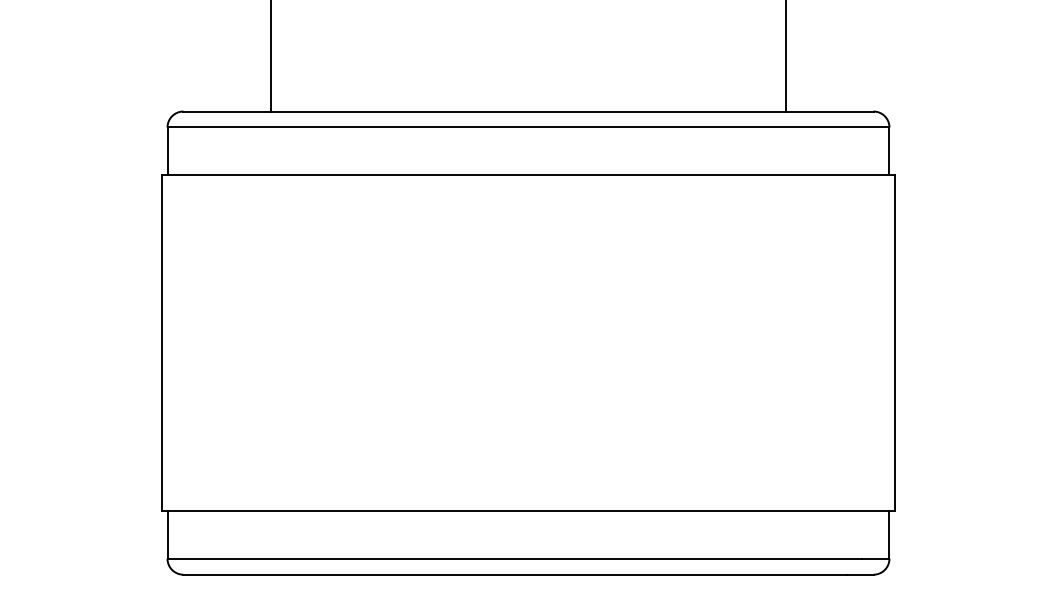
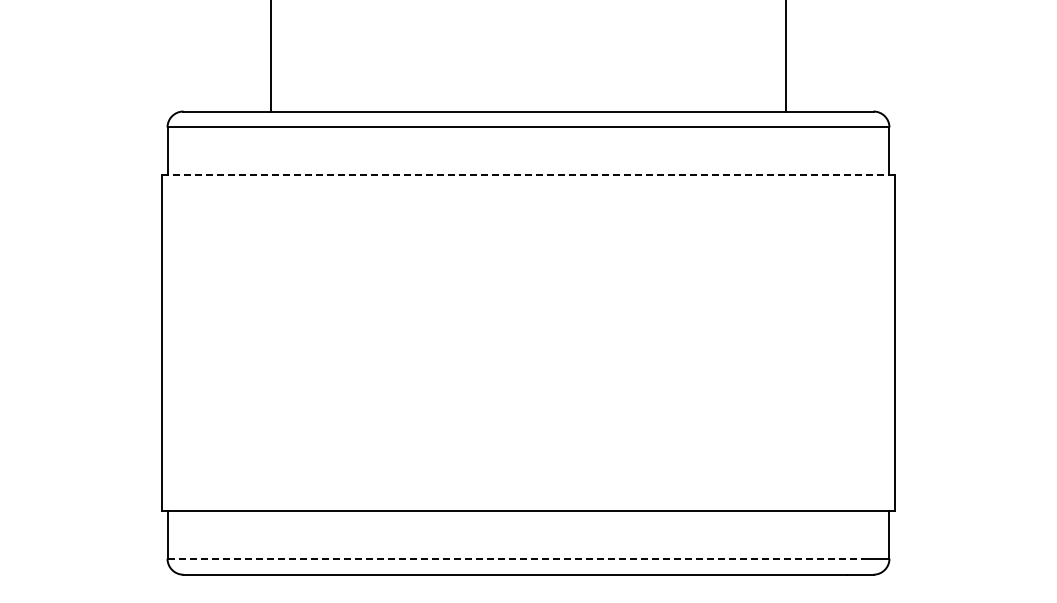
line at (528, 175): solid -> dashed
line at (515, 558): solid -> dashed
